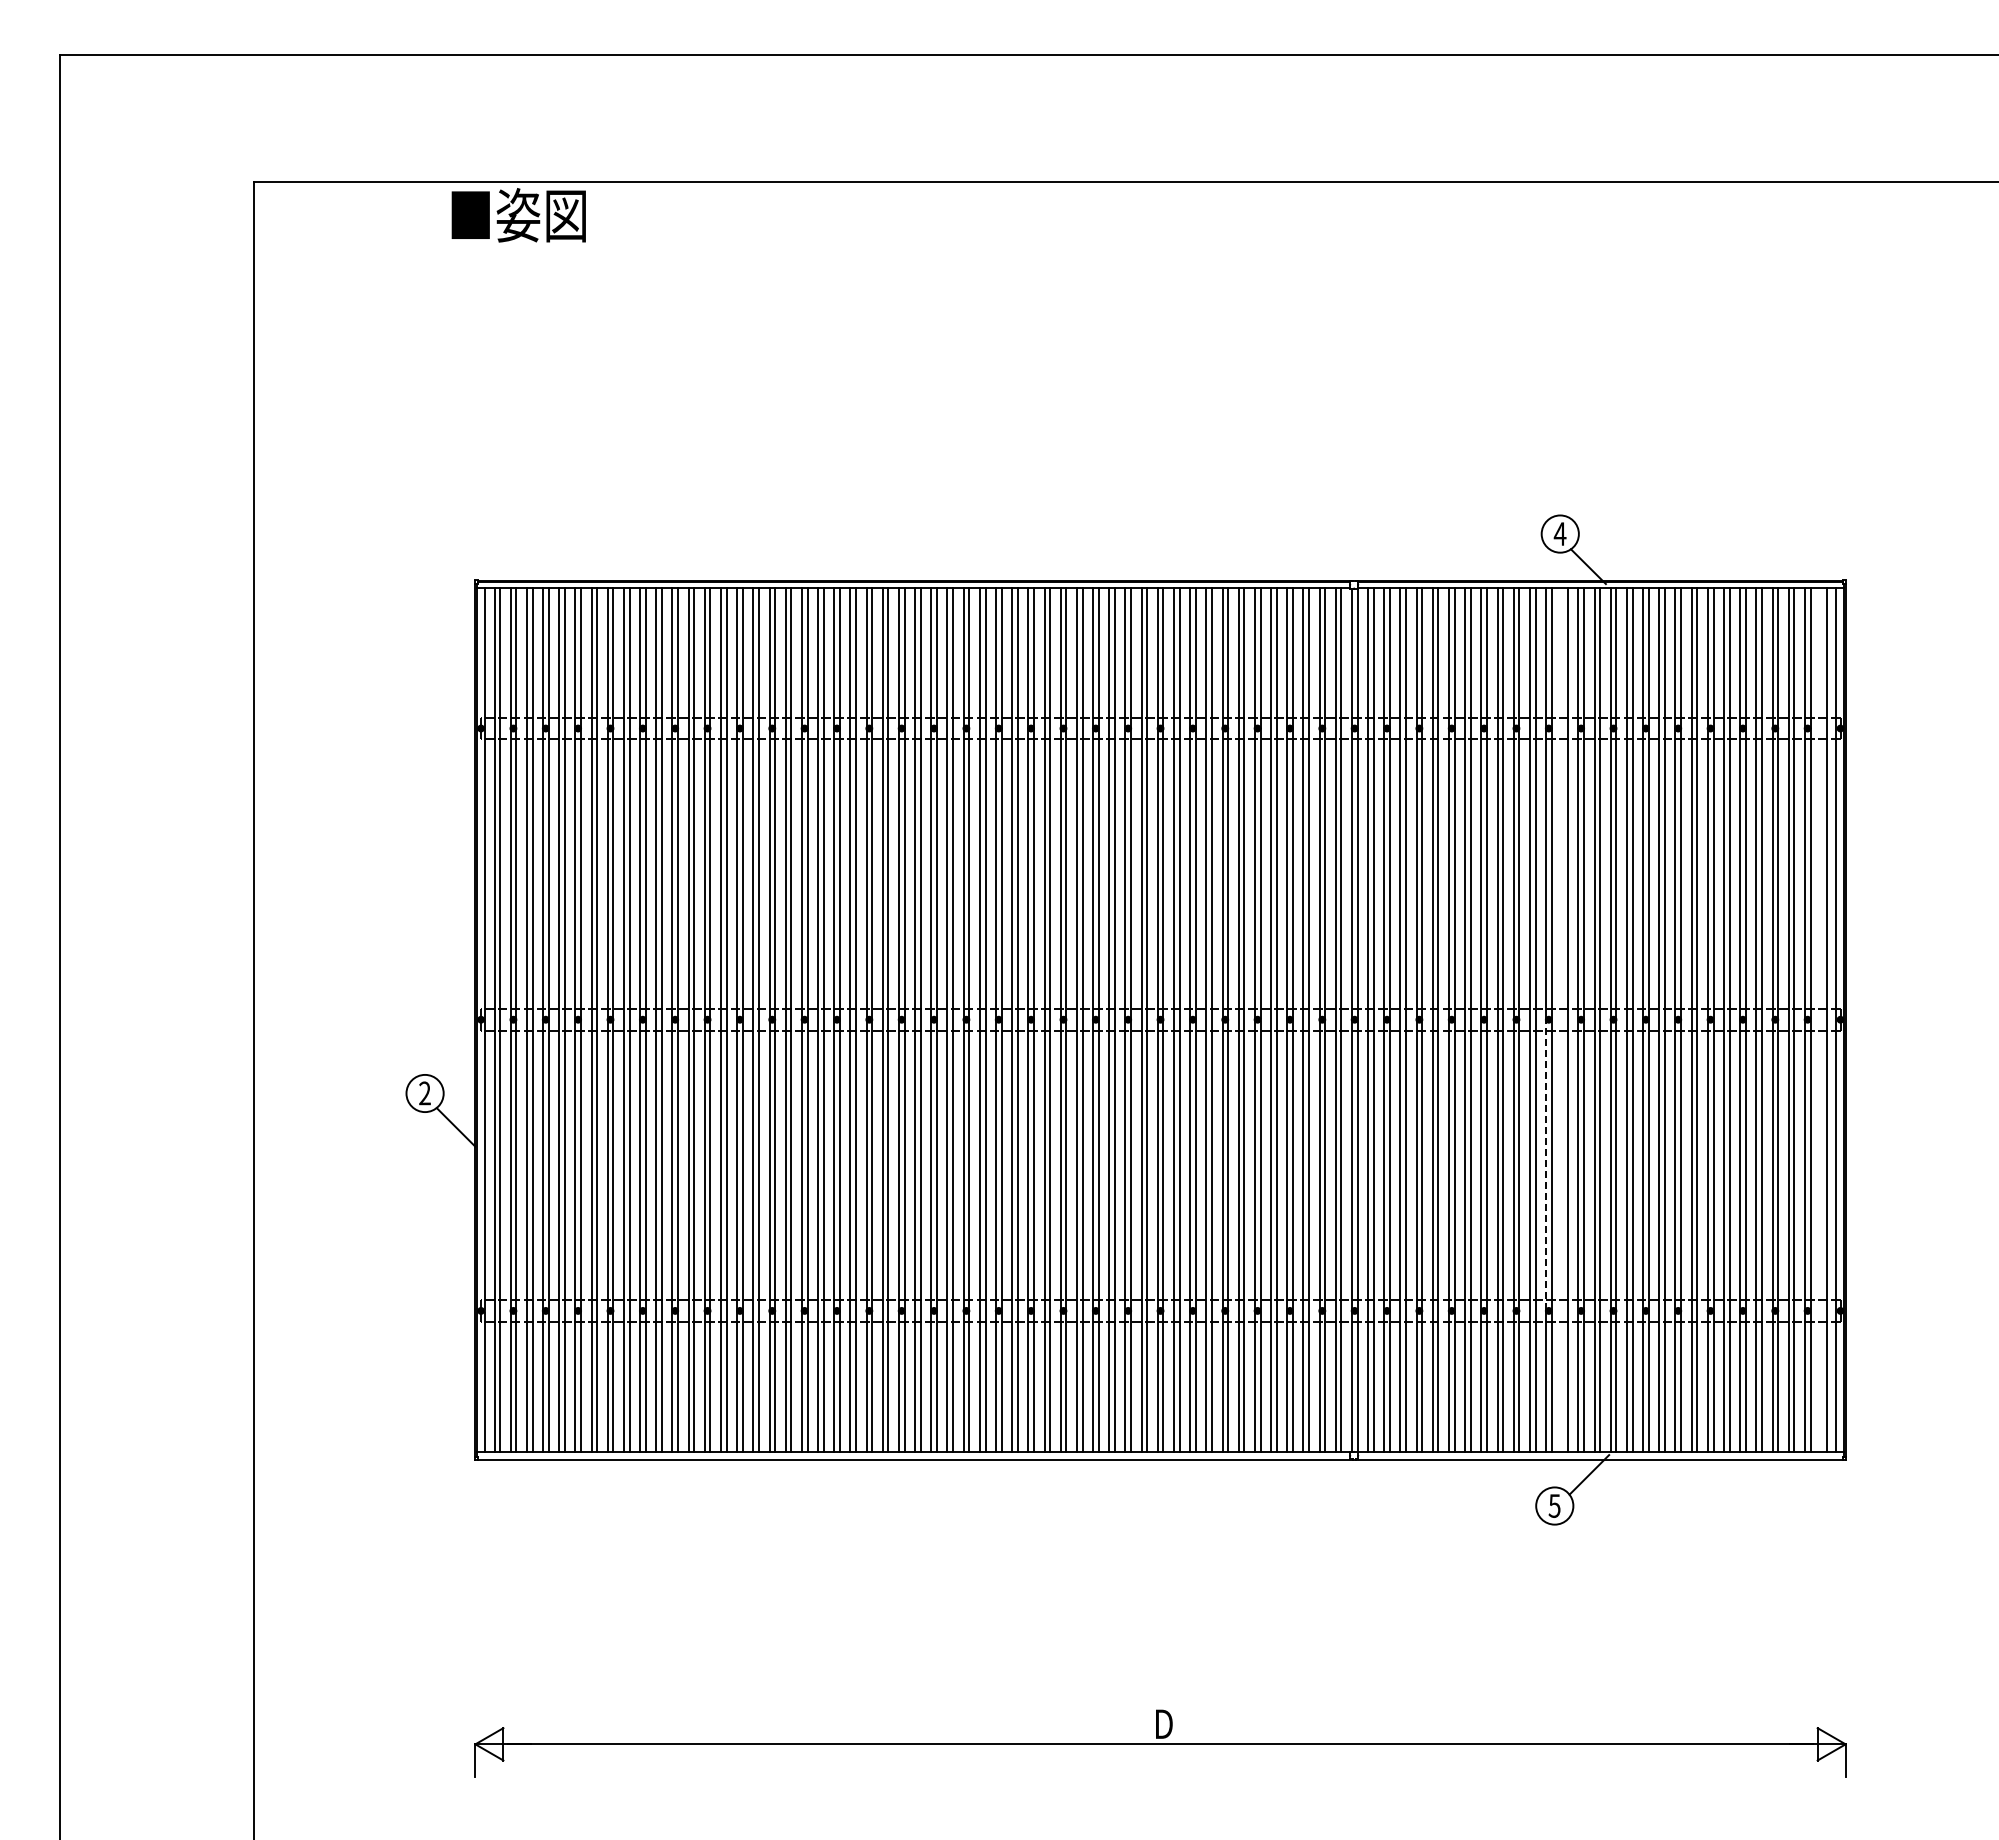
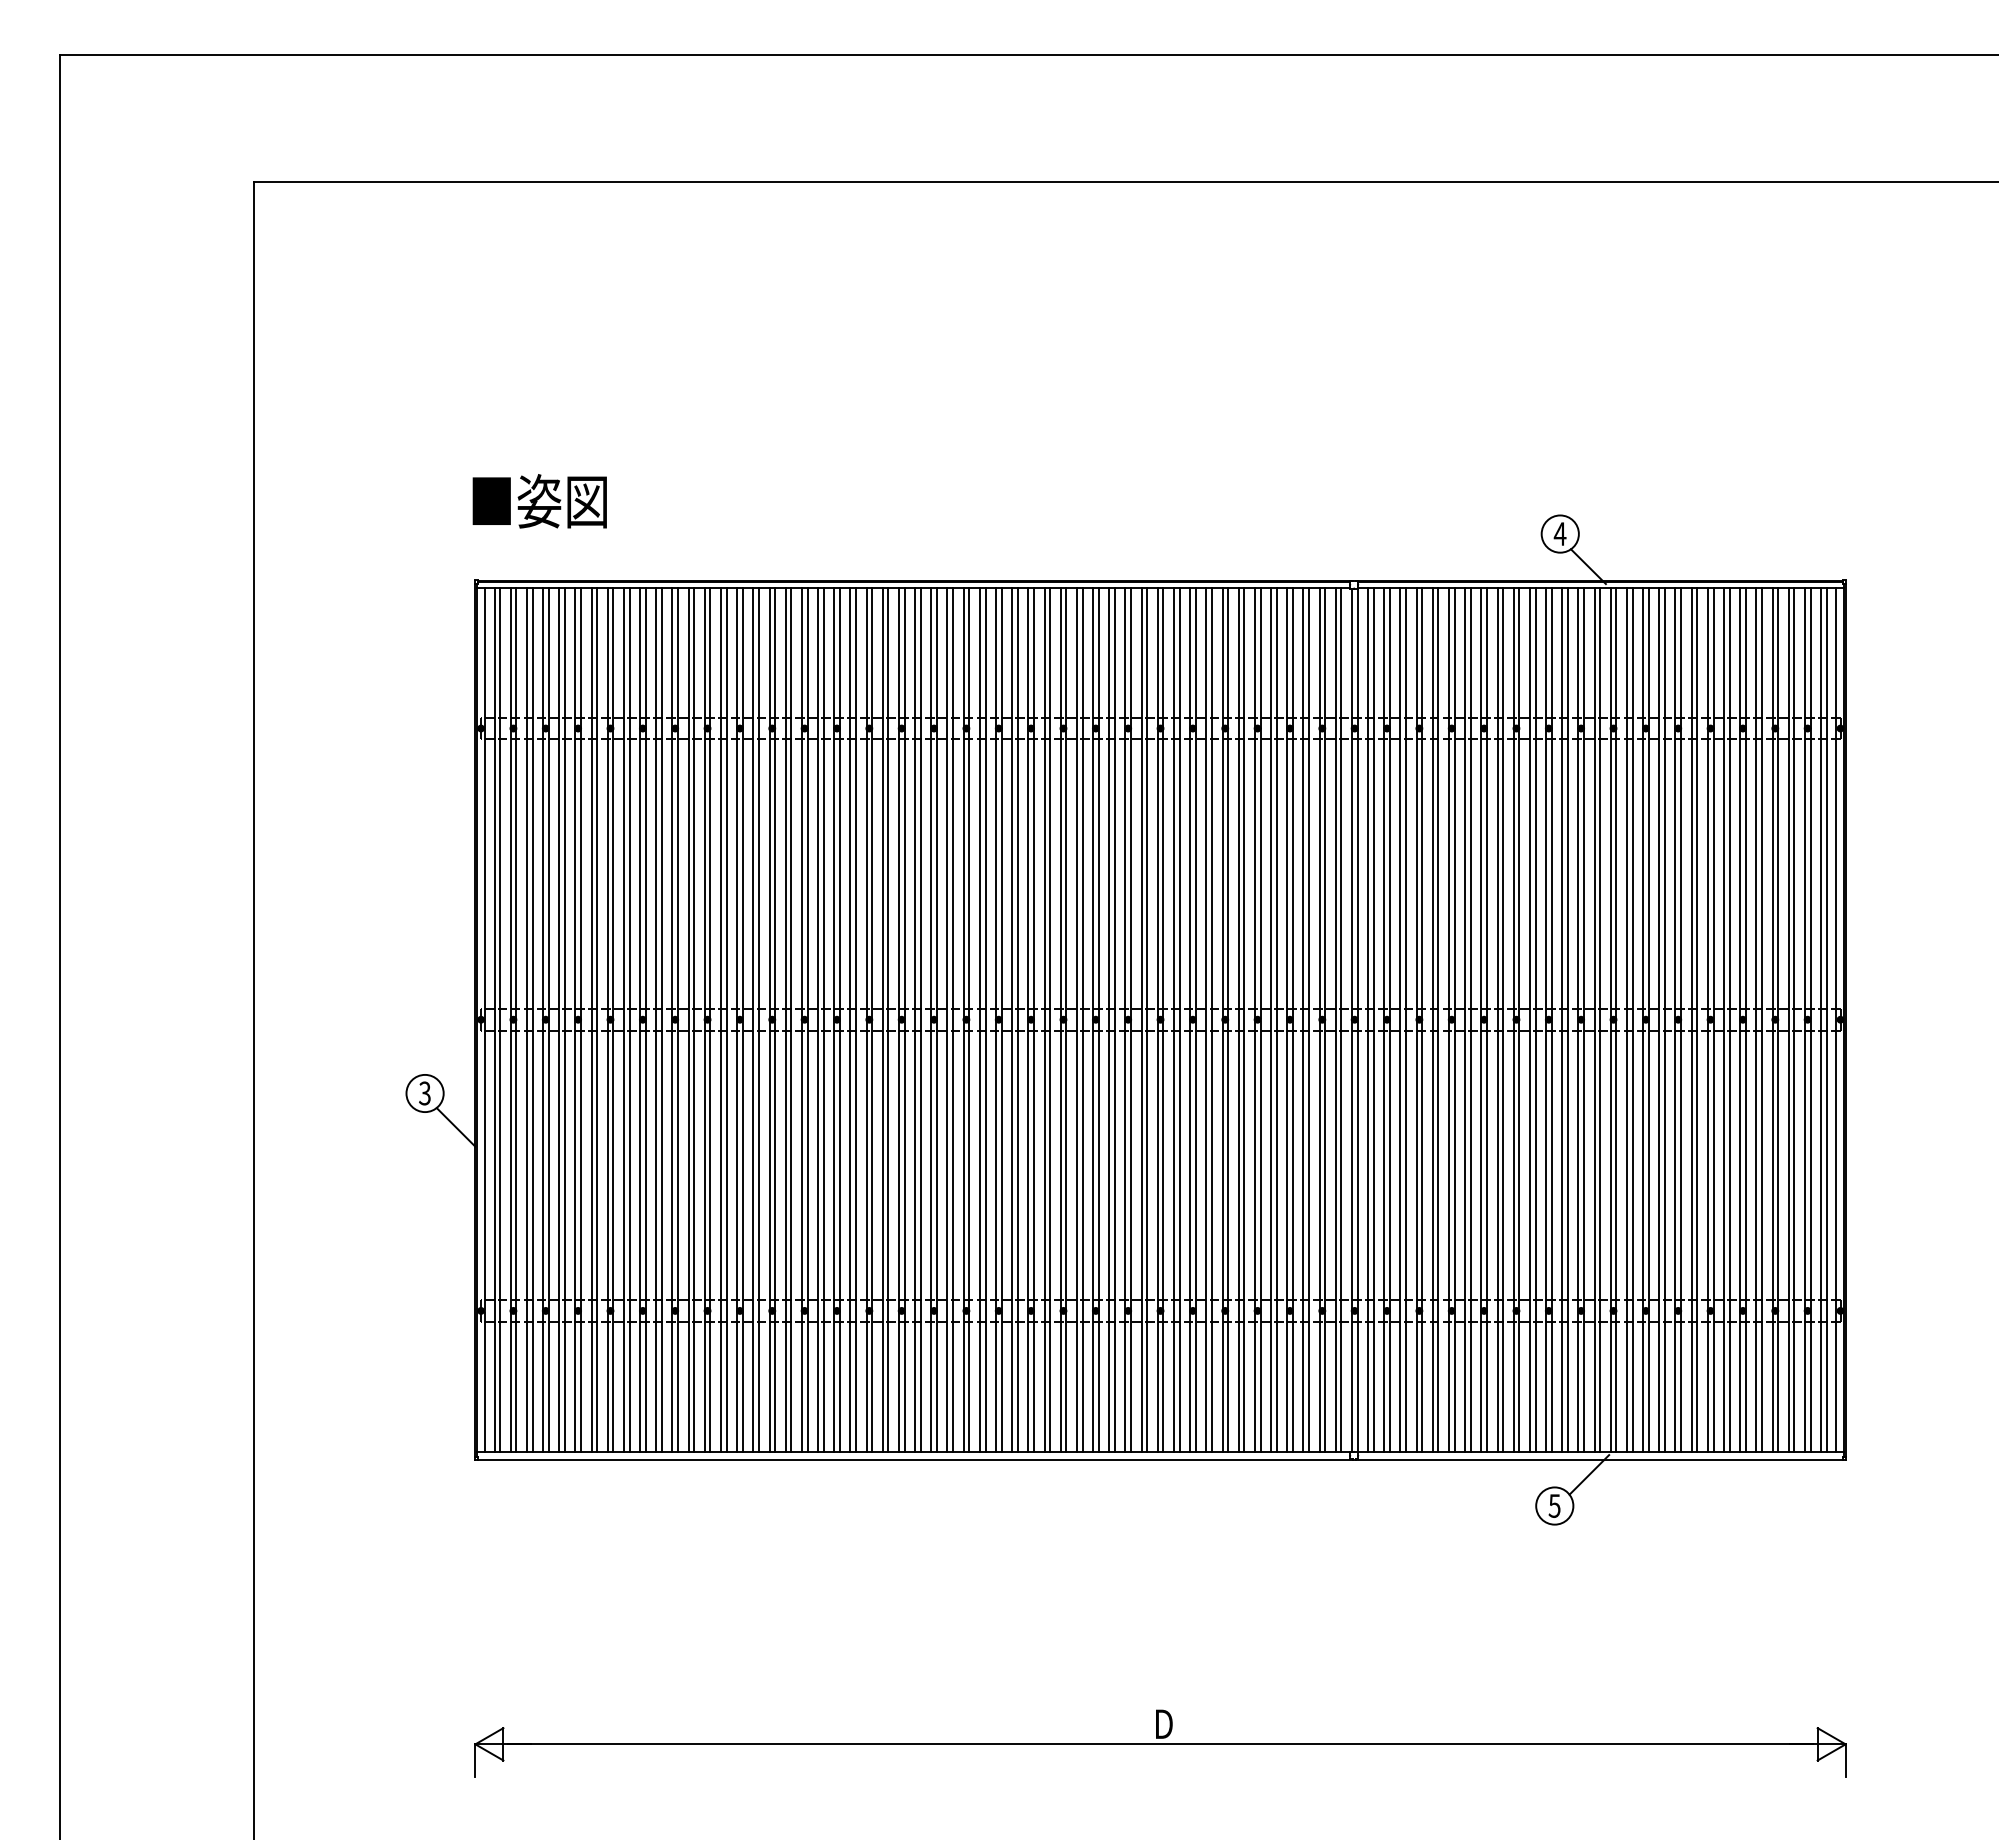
text at (518, 215) position: (518, 215) -> (539, 501)
line at (1562, 1019): none -> present
line at (1821, 1019): none -> present
text at (424, 1093): 2 -> 3
line at (1546, 1165): dashed -> solid
